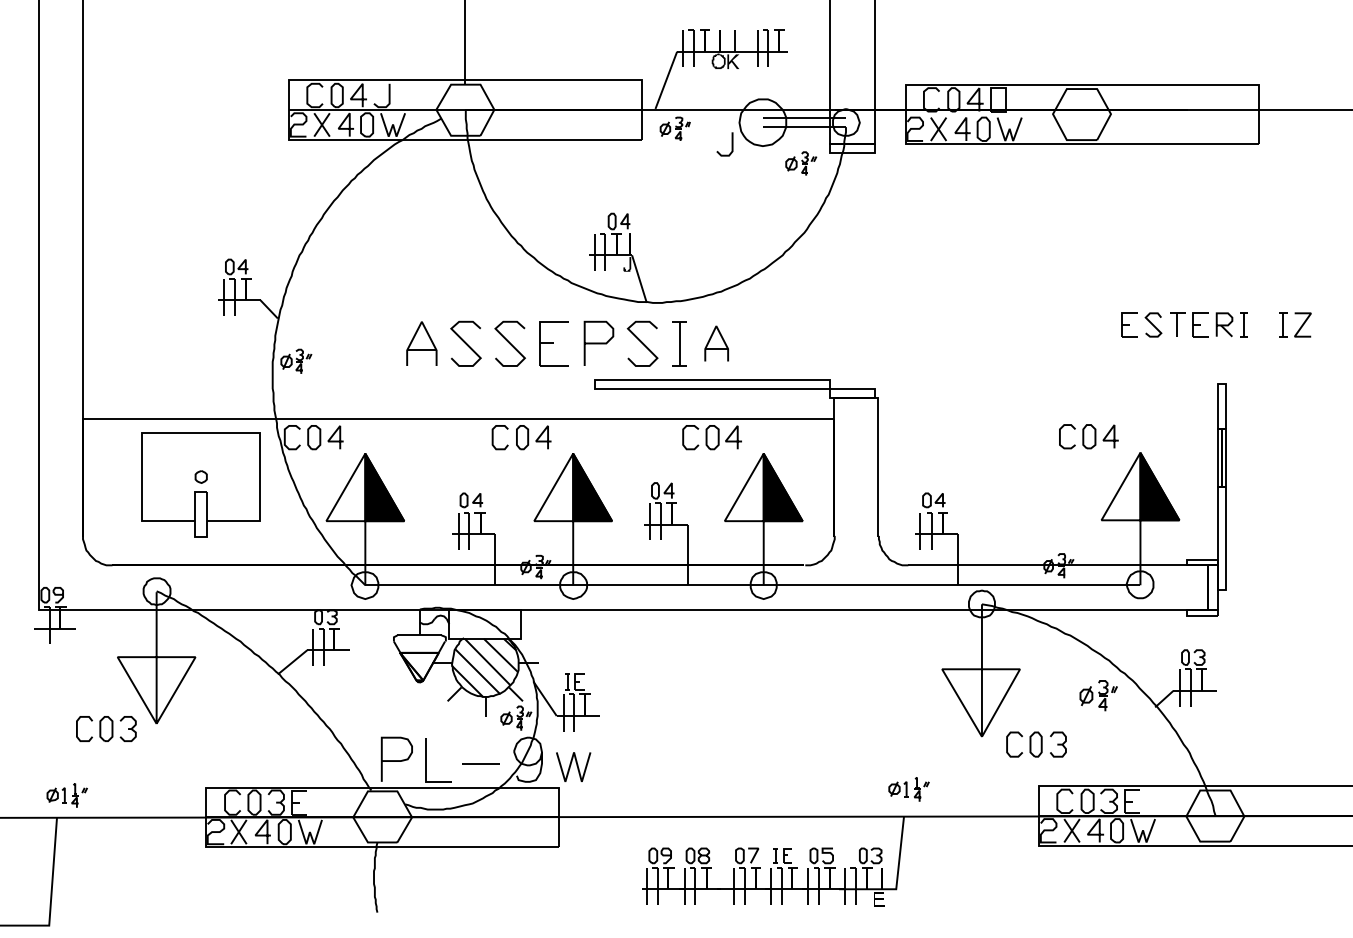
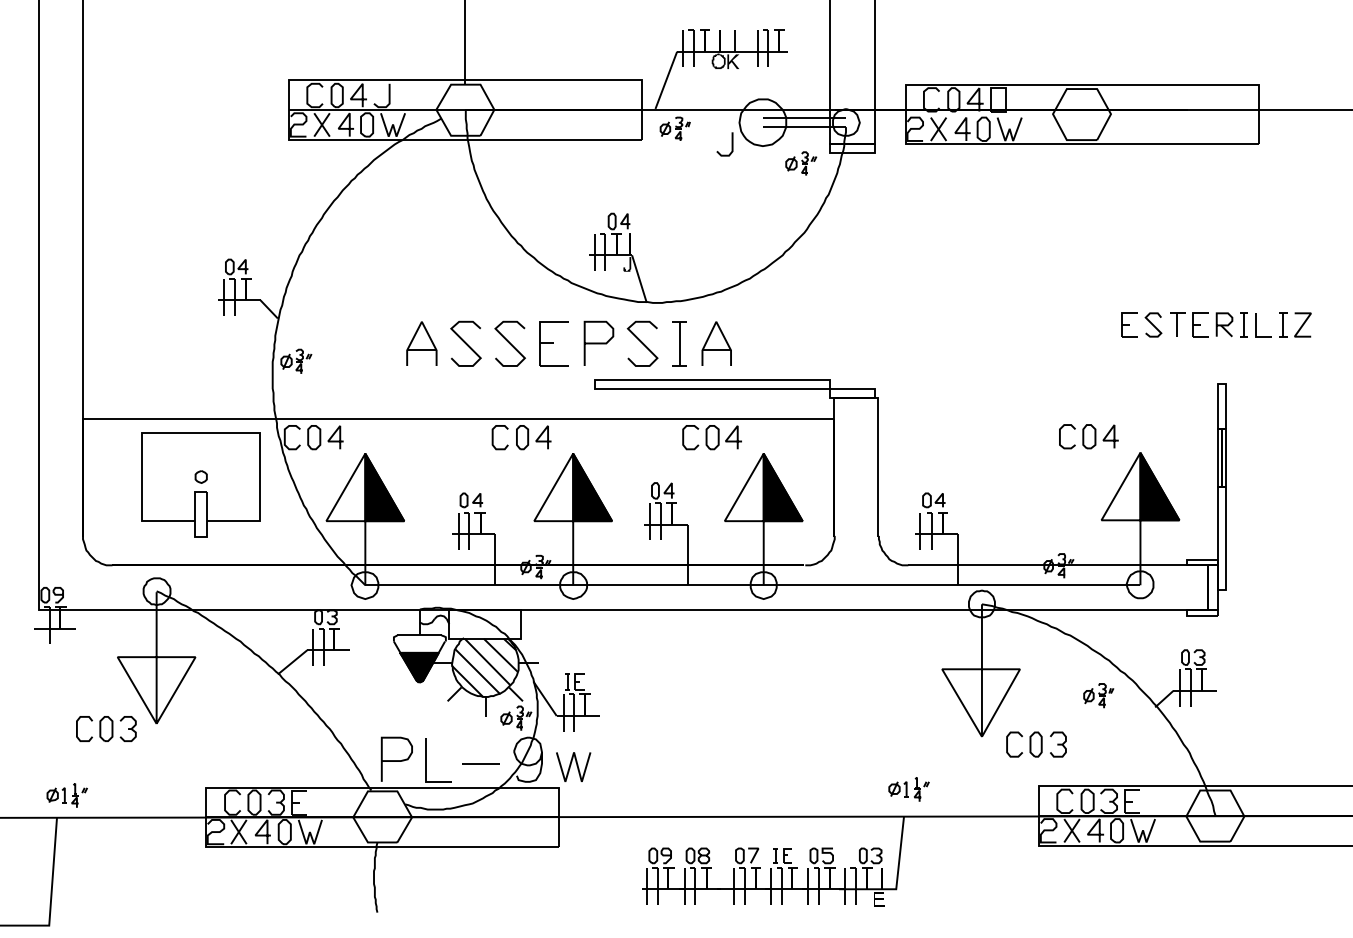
line at (1256, 325): none -> present
part at (716, 343) size: 25x37 px -> 31x45 px
fill at (418, 666): none -> present
part at (1098, 695) size: 39x32 px -> 32x26 px
